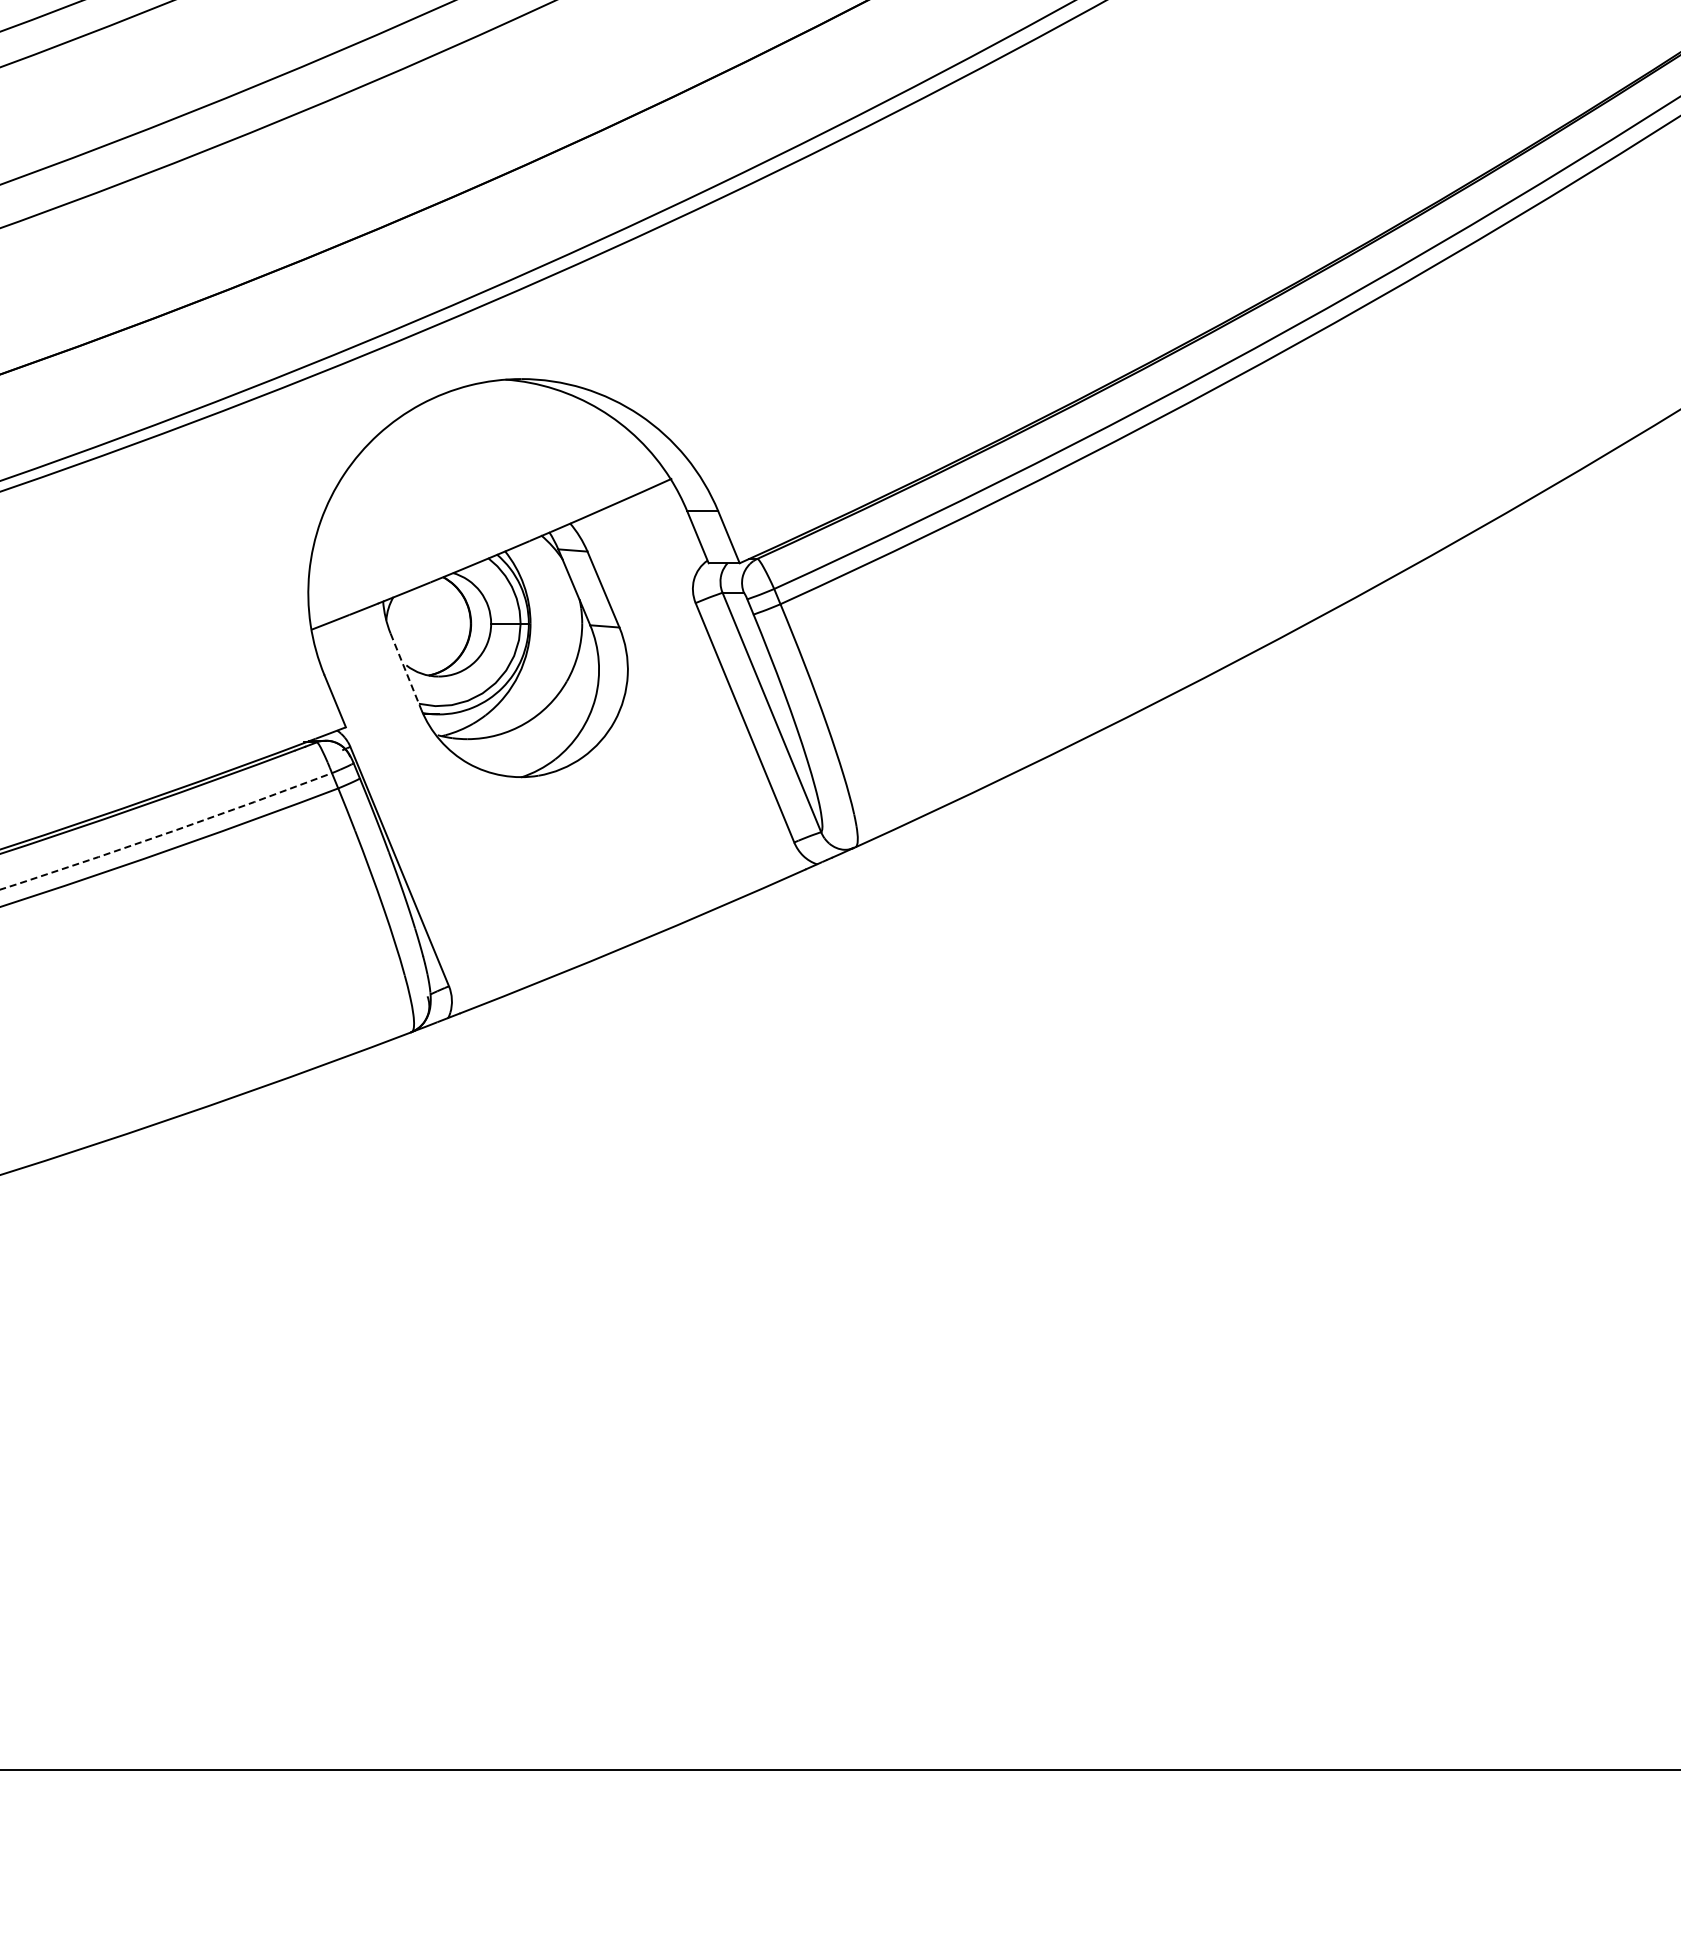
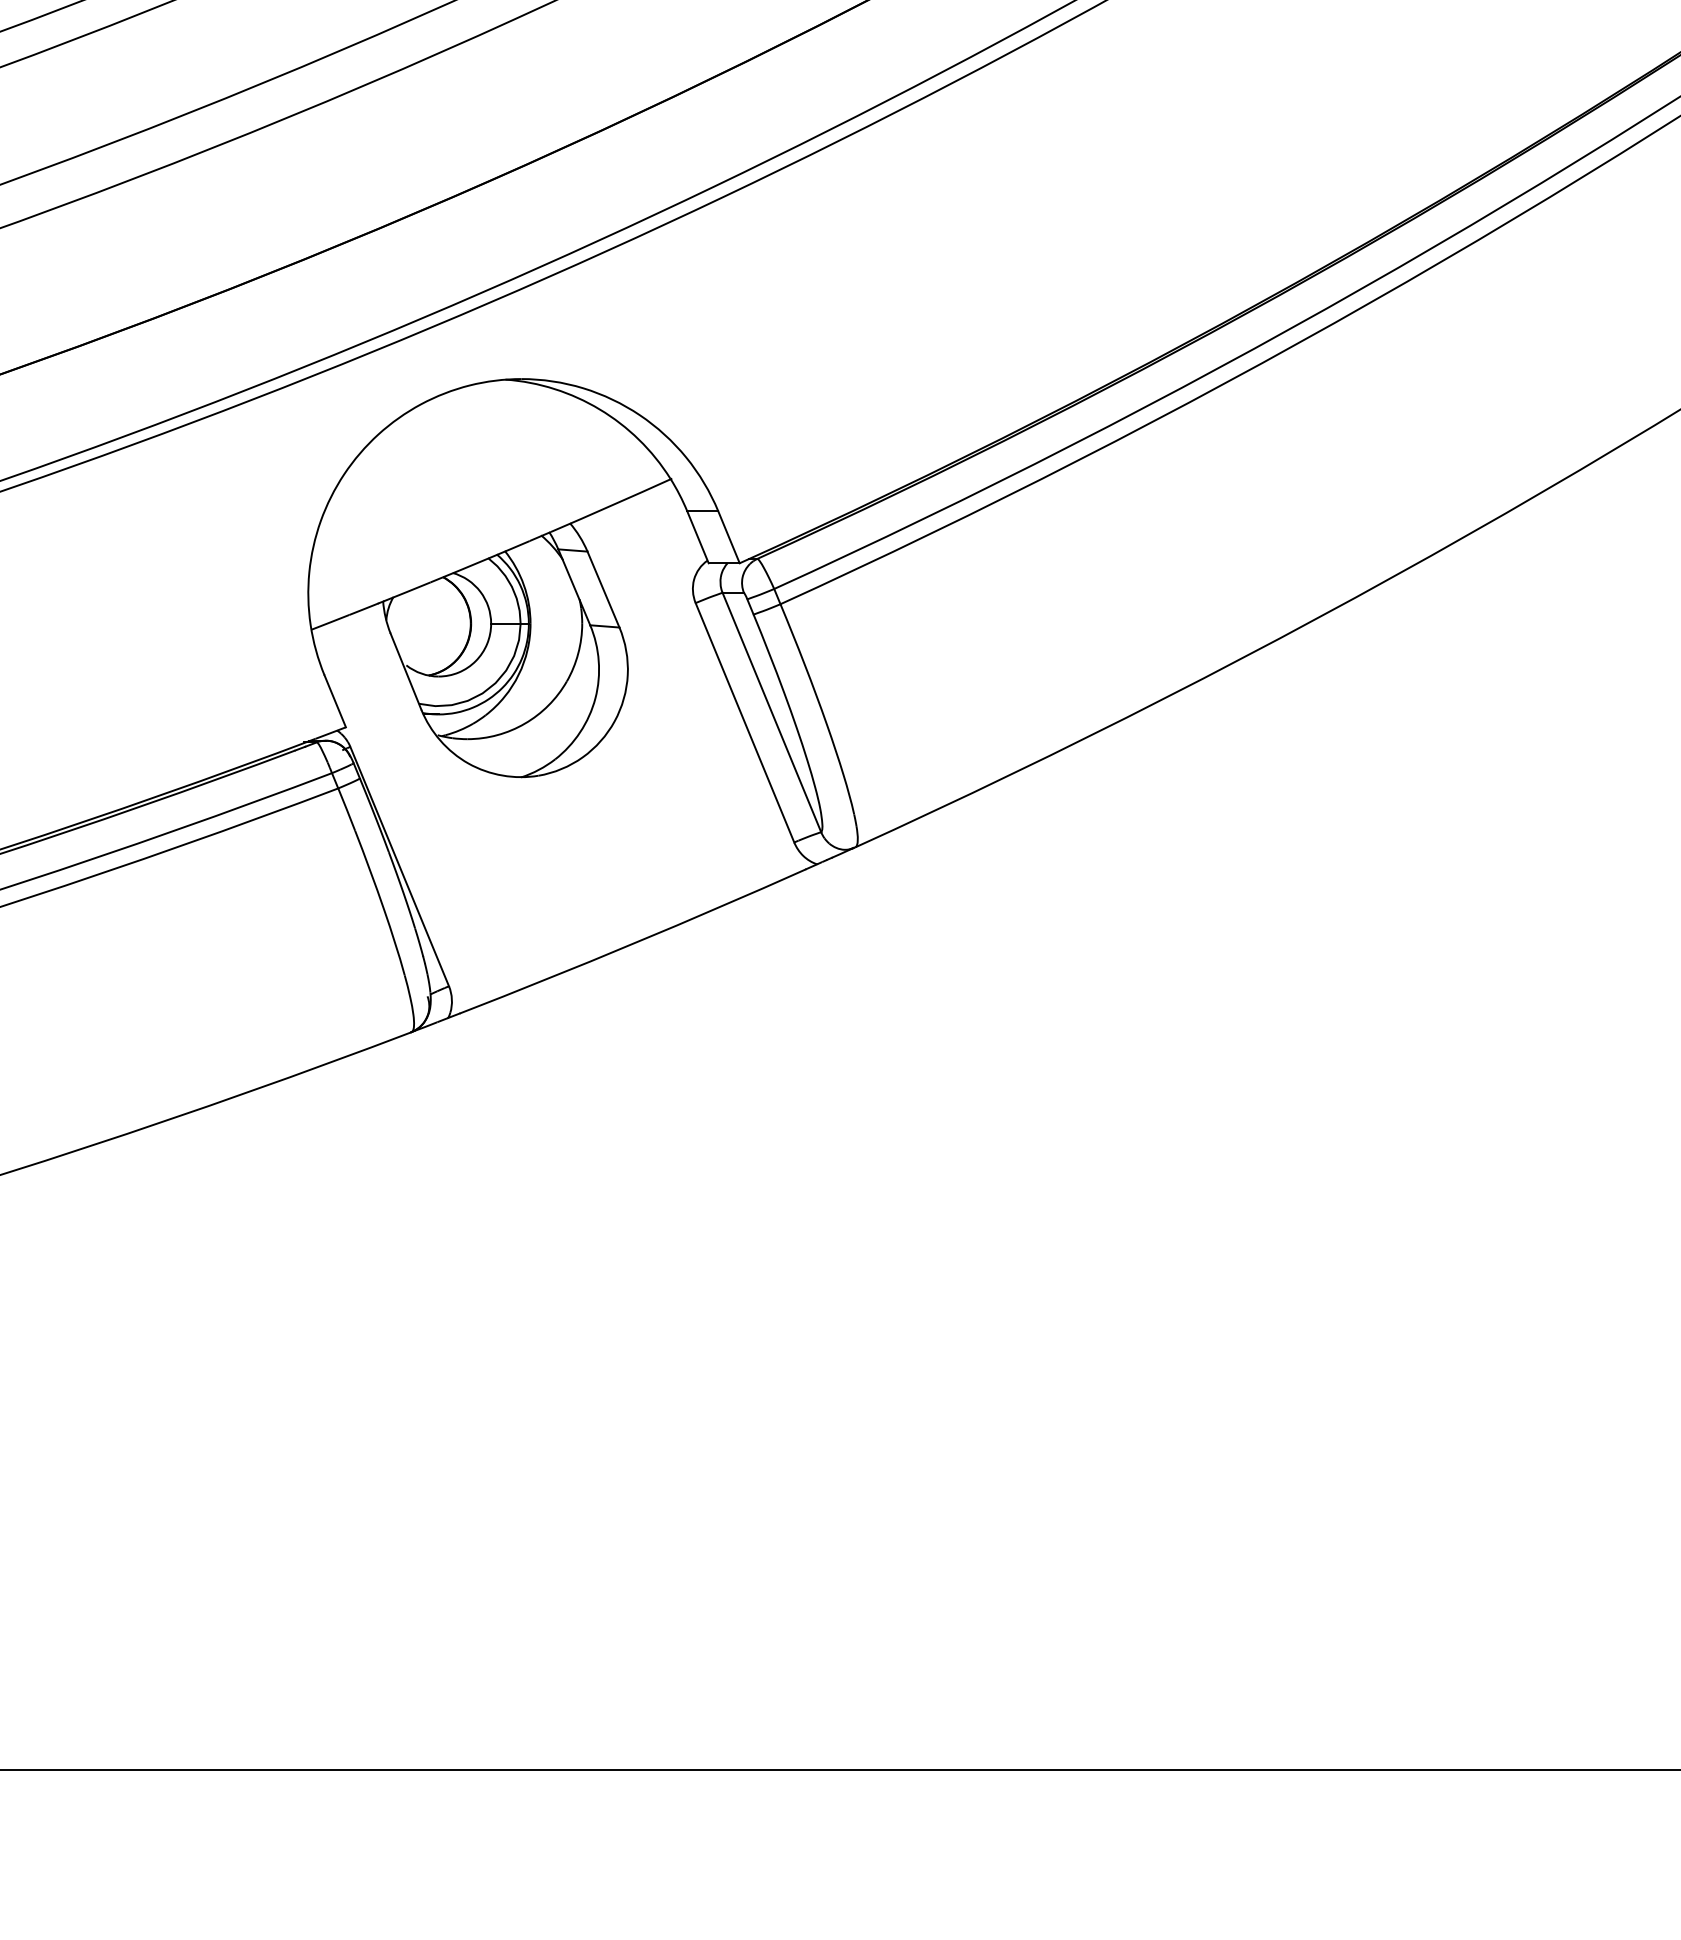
line at (406, 672): dashed -> solid
arc at (167, 833): dashed -> solid
